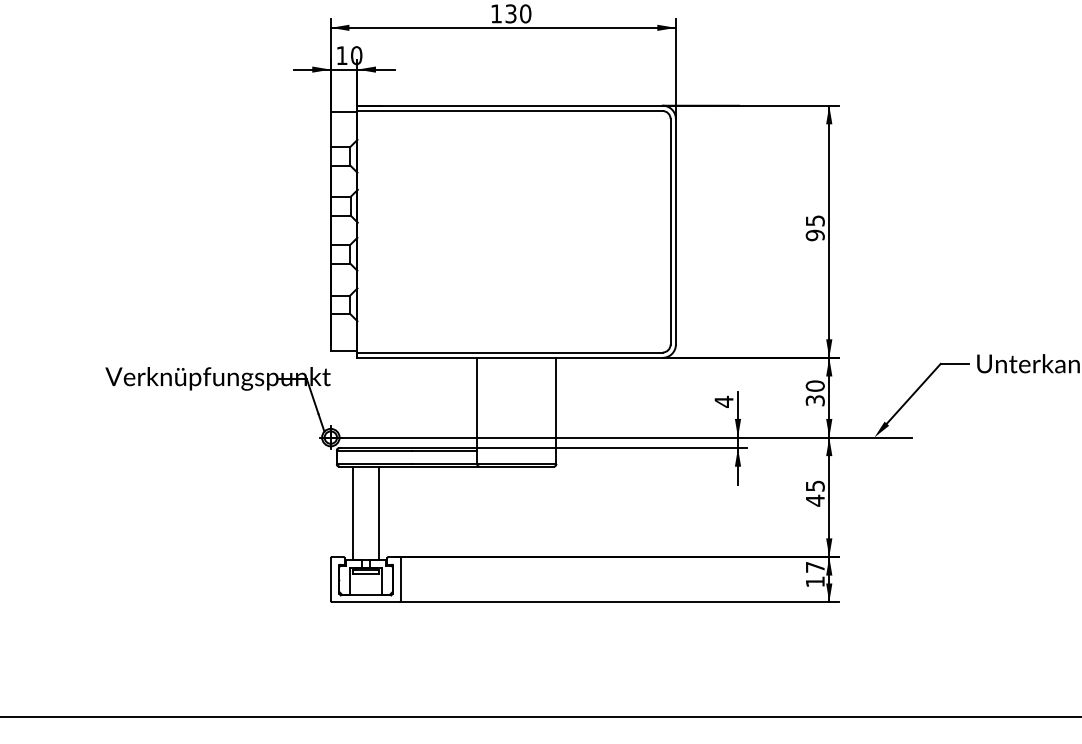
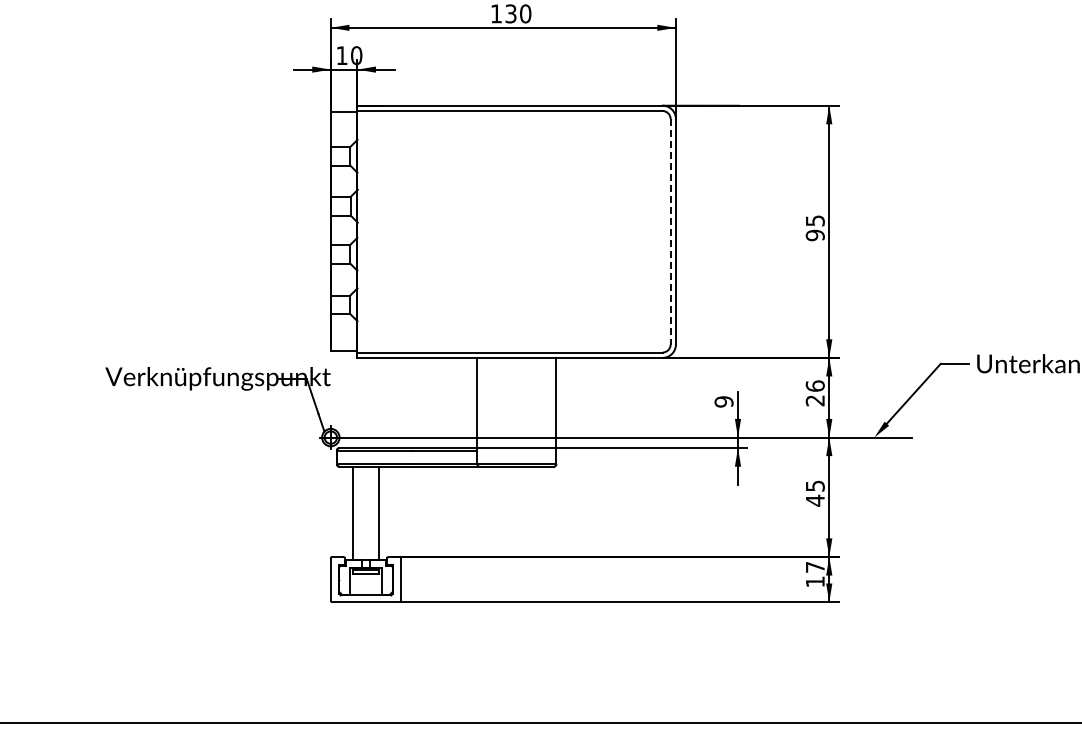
line at (670, 231): solid -> dashed
text at (814, 393): 30 -> 26
text at (723, 401): 4 -> 9
line at (540, 716) position: (540, 716) -> (540, 722)
